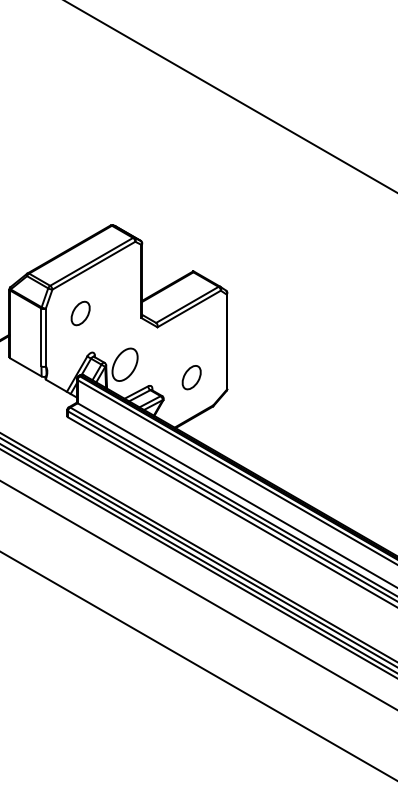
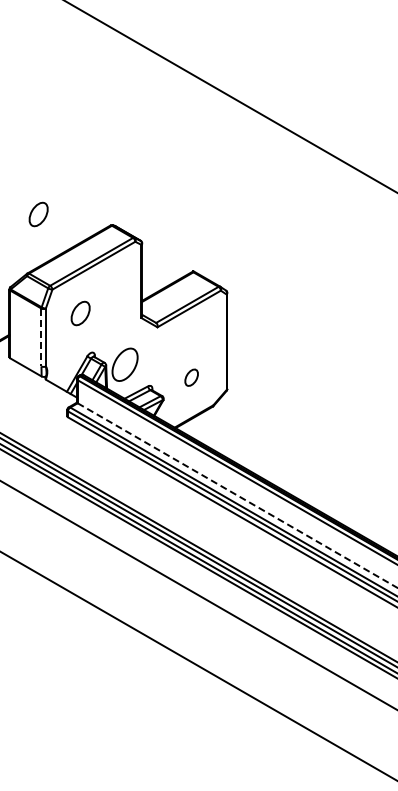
part at (38, 214): none -> present
line at (41, 337): solid -> dashed
part at (191, 377) size: 21x26 px -> 15x19 px
line at (237, 495): solid -> dashed
